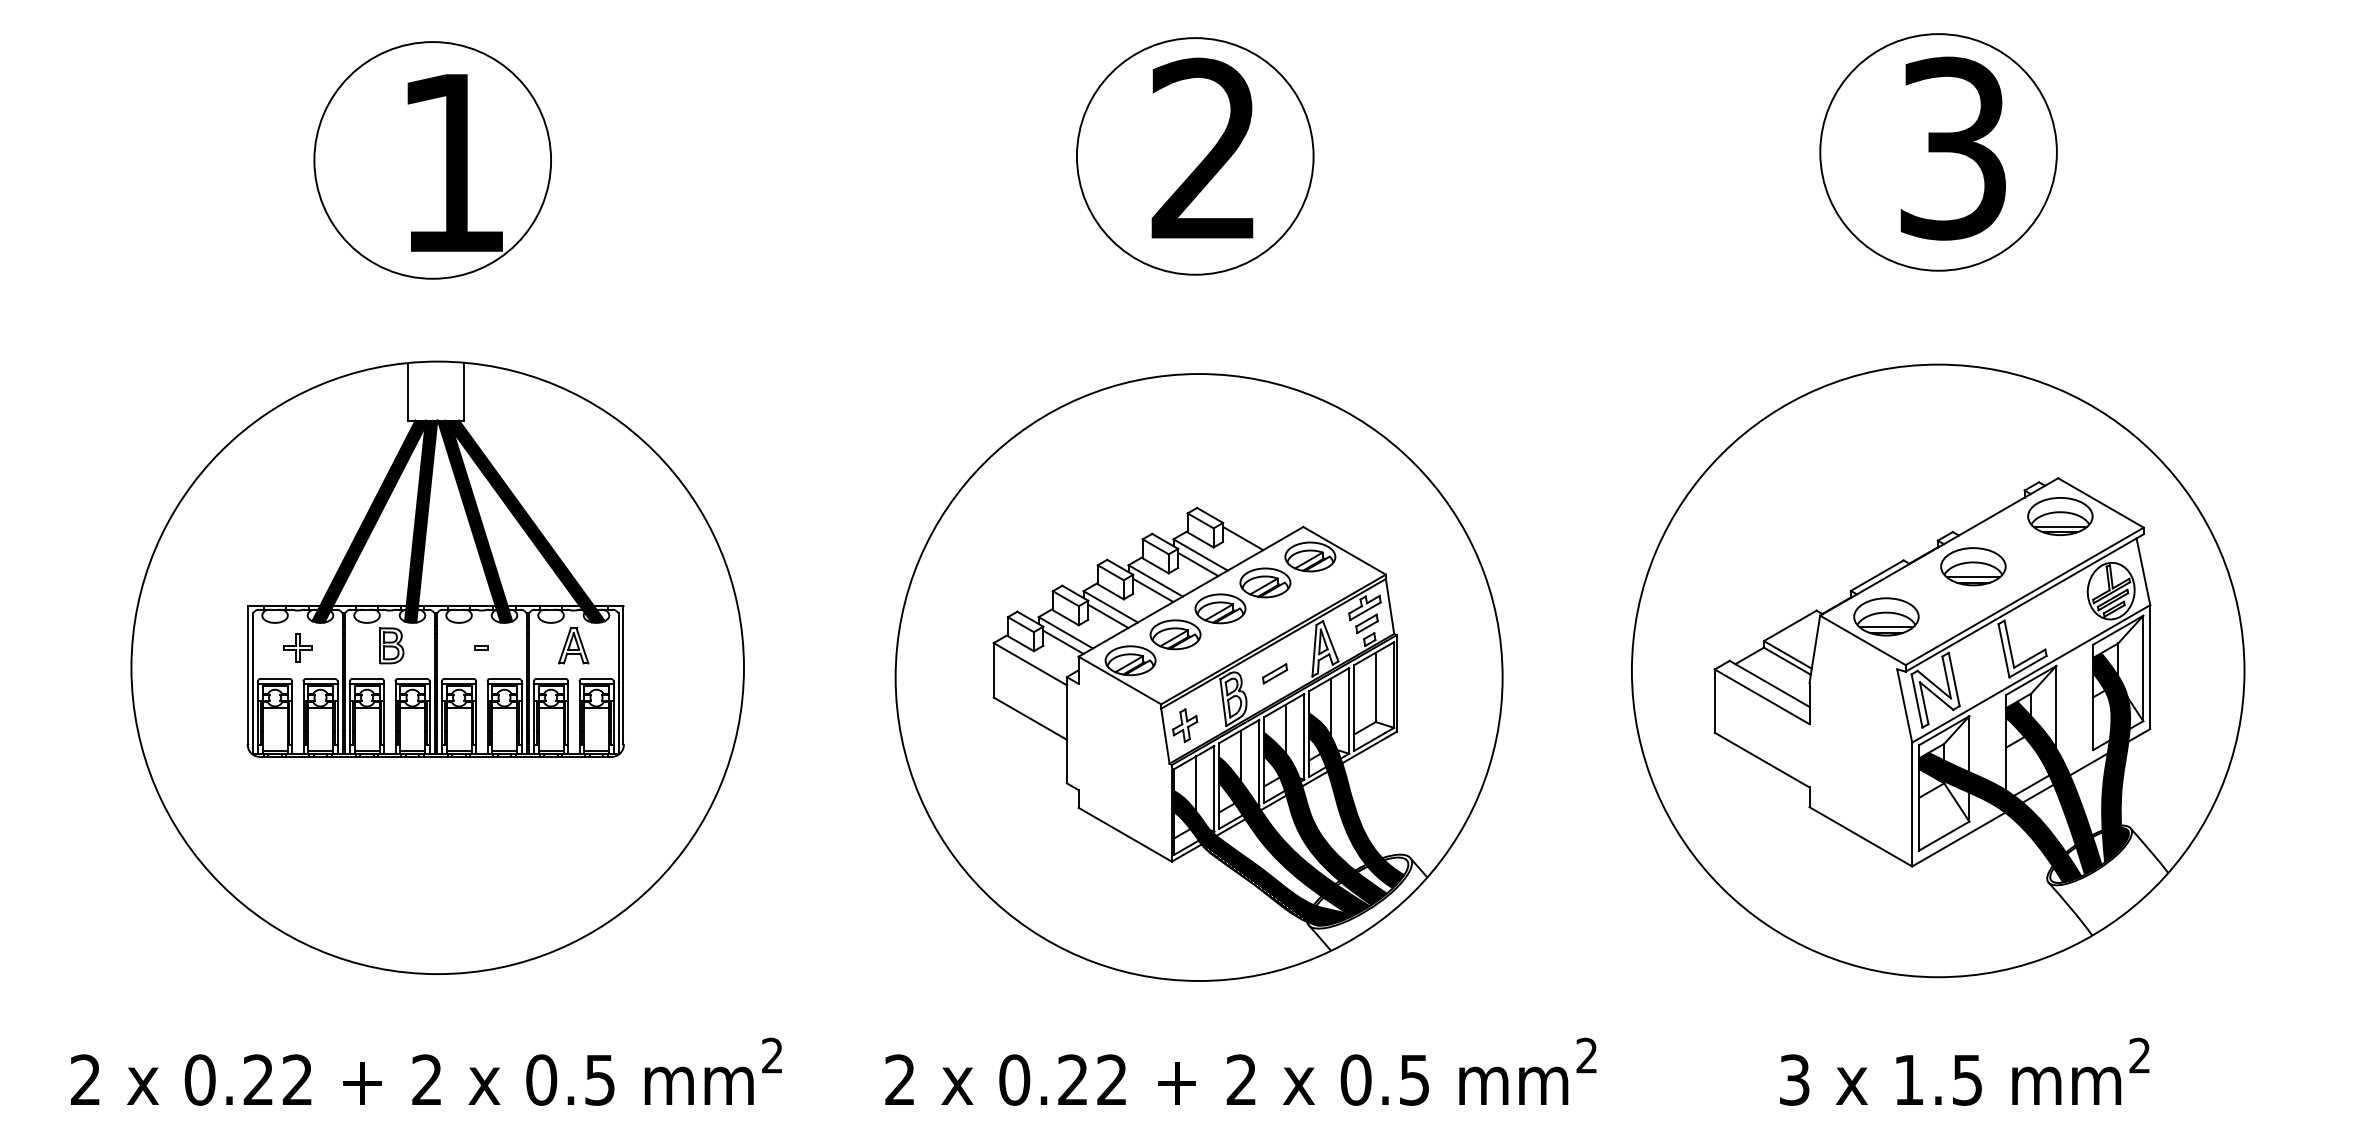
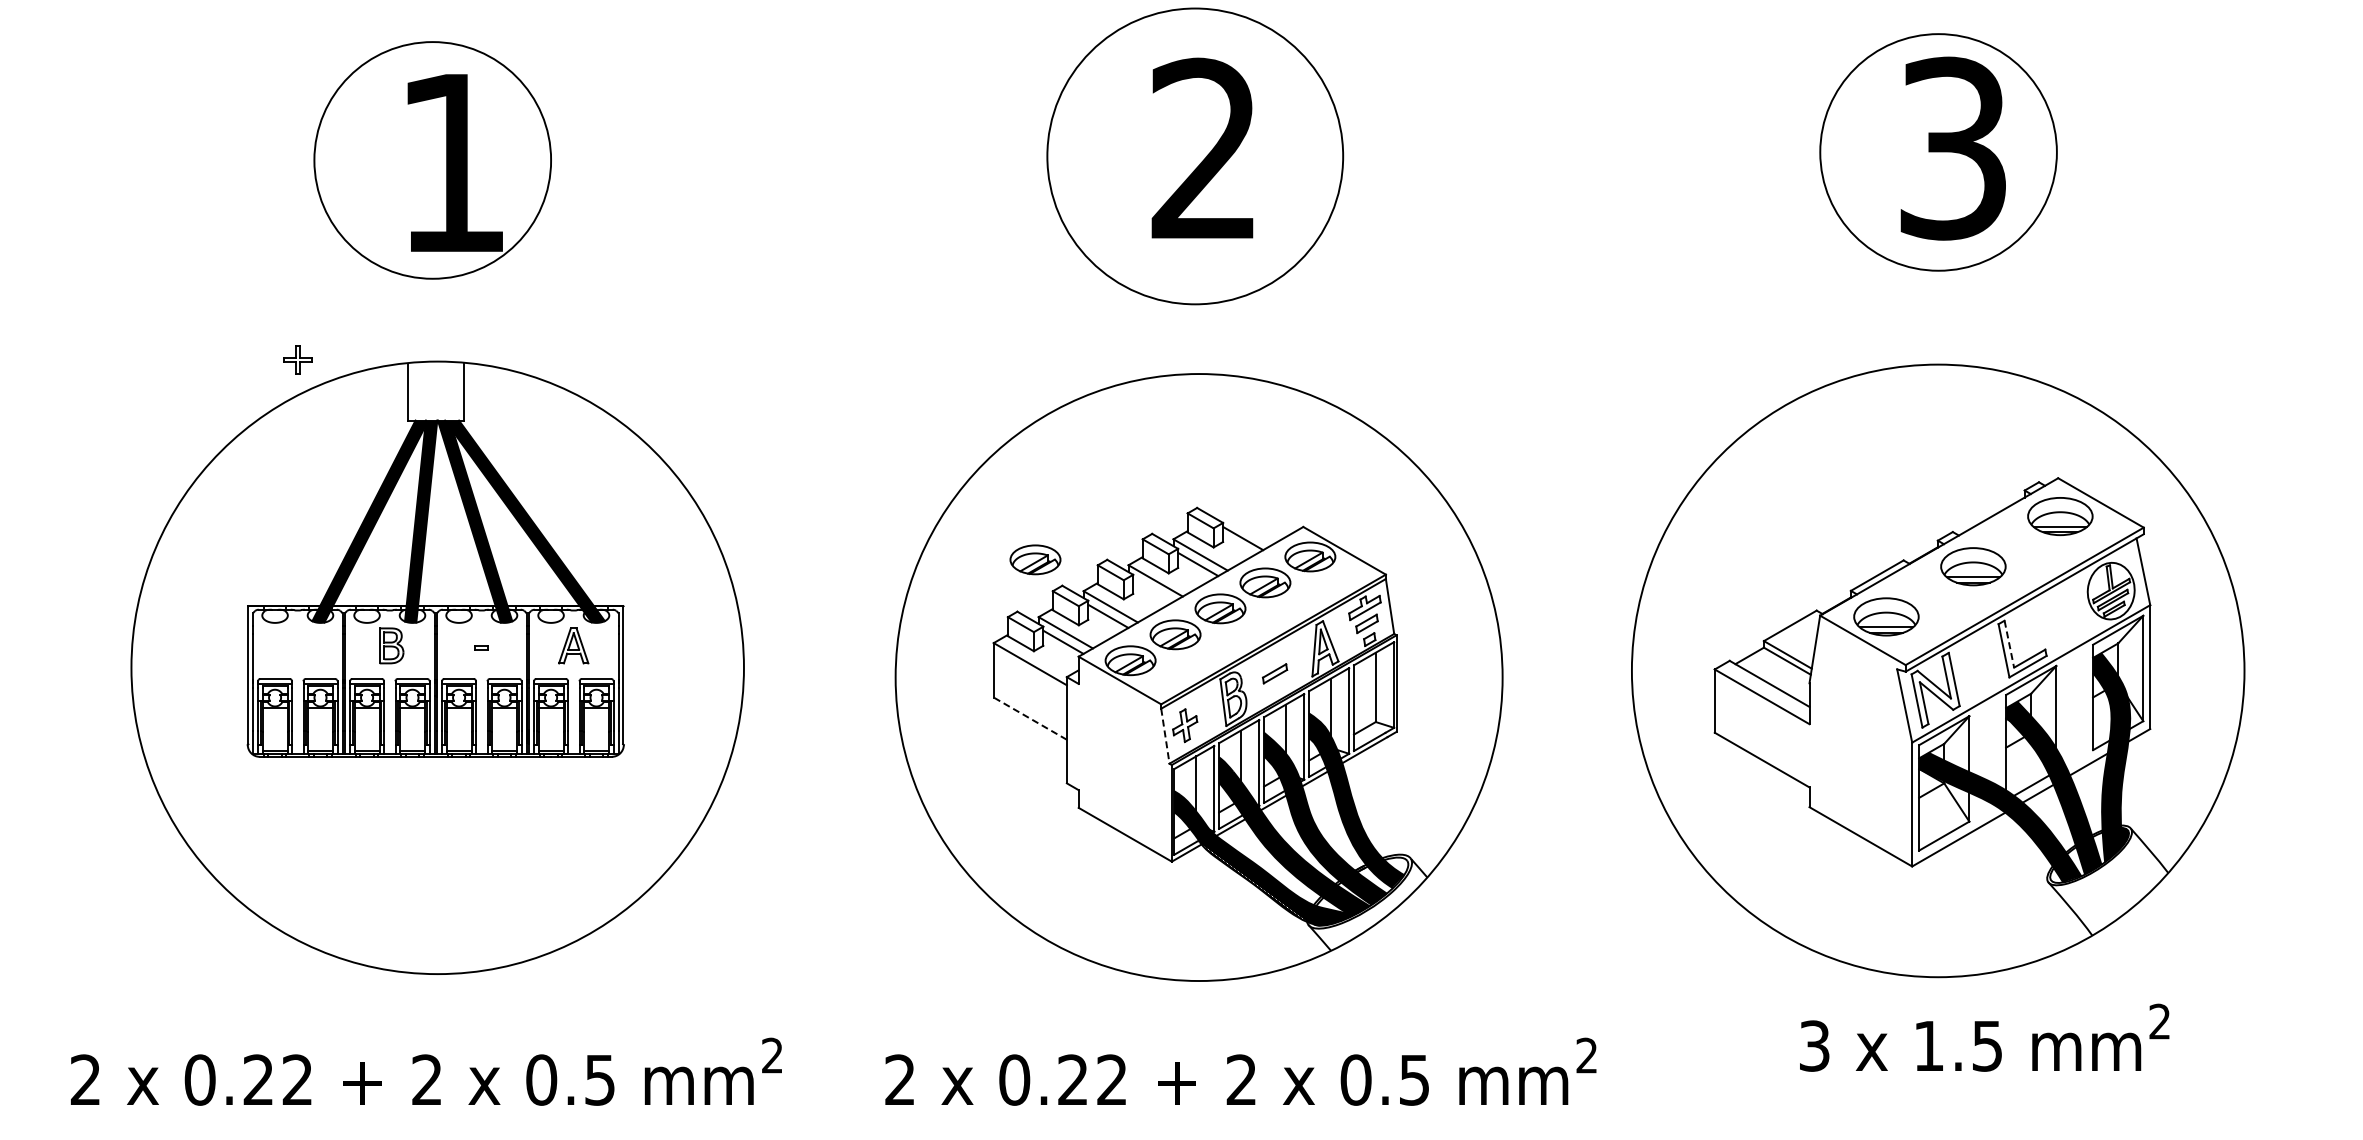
circle at (1194, 156) diameter: 237 px -> 296 px
part at (1035, 559): none -> present
line at (1153, 590): present -> none
line at (2009, 644): solid -> dashed
part at (297, 647) position: (297, 647) -> (297, 359)
line at (1029, 718): solid -> dashed
line at (1165, 736): solid -> dashed
text at (1964, 1071) position: (1964, 1071) -> (1984, 1037)
